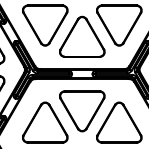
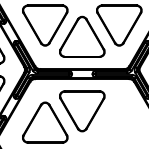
part at (119, 122): present -> none
